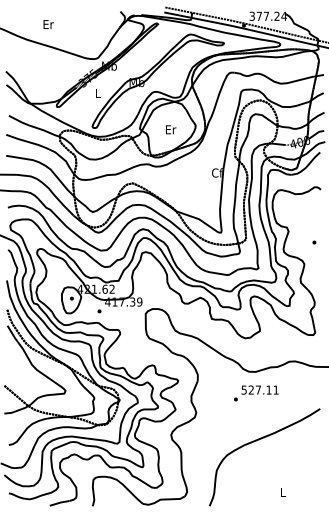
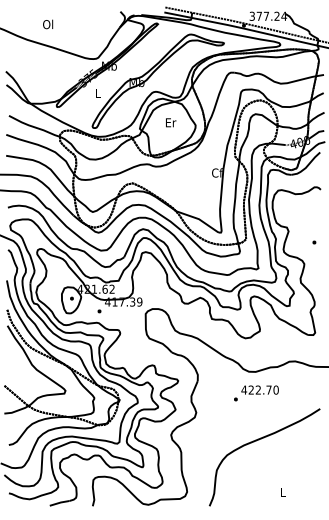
text at (48, 24): Er -> Ol
text at (171, 129) position: (171, 129) -> (171, 122)
text at (259, 389): 527.11 -> 422.70
